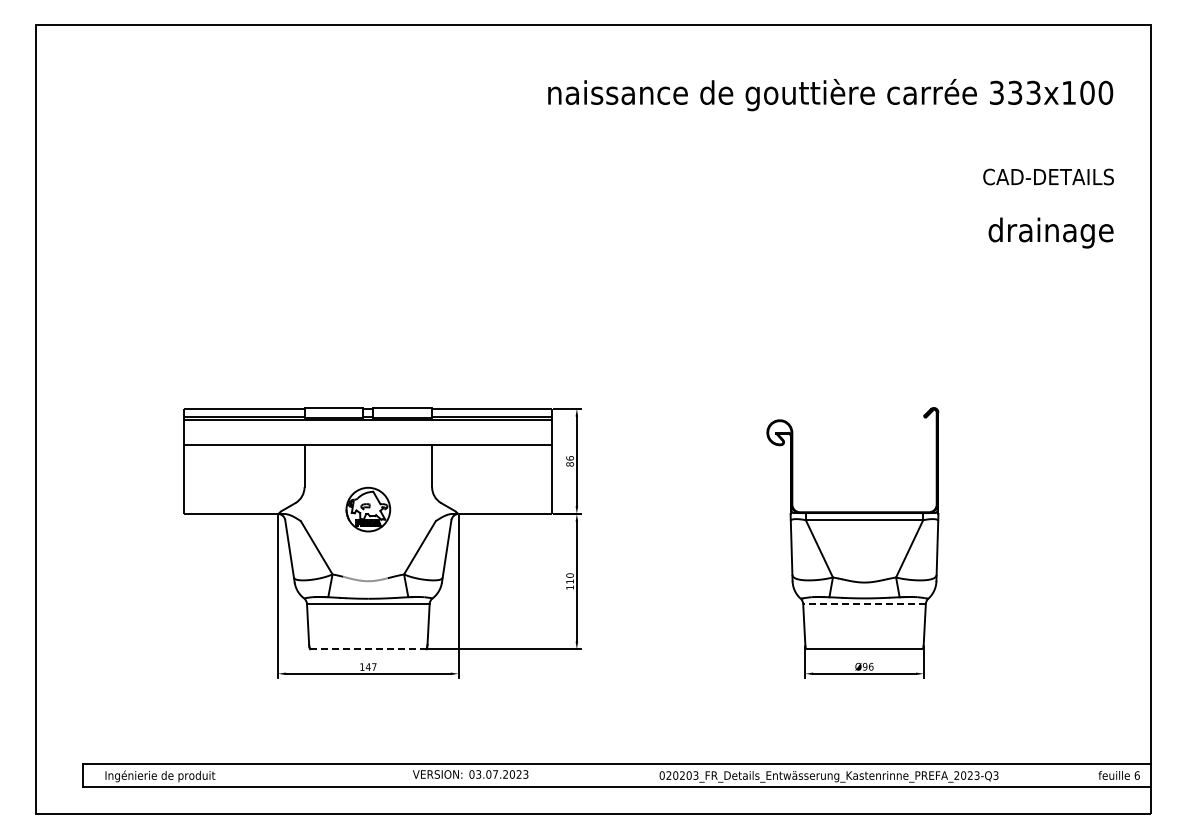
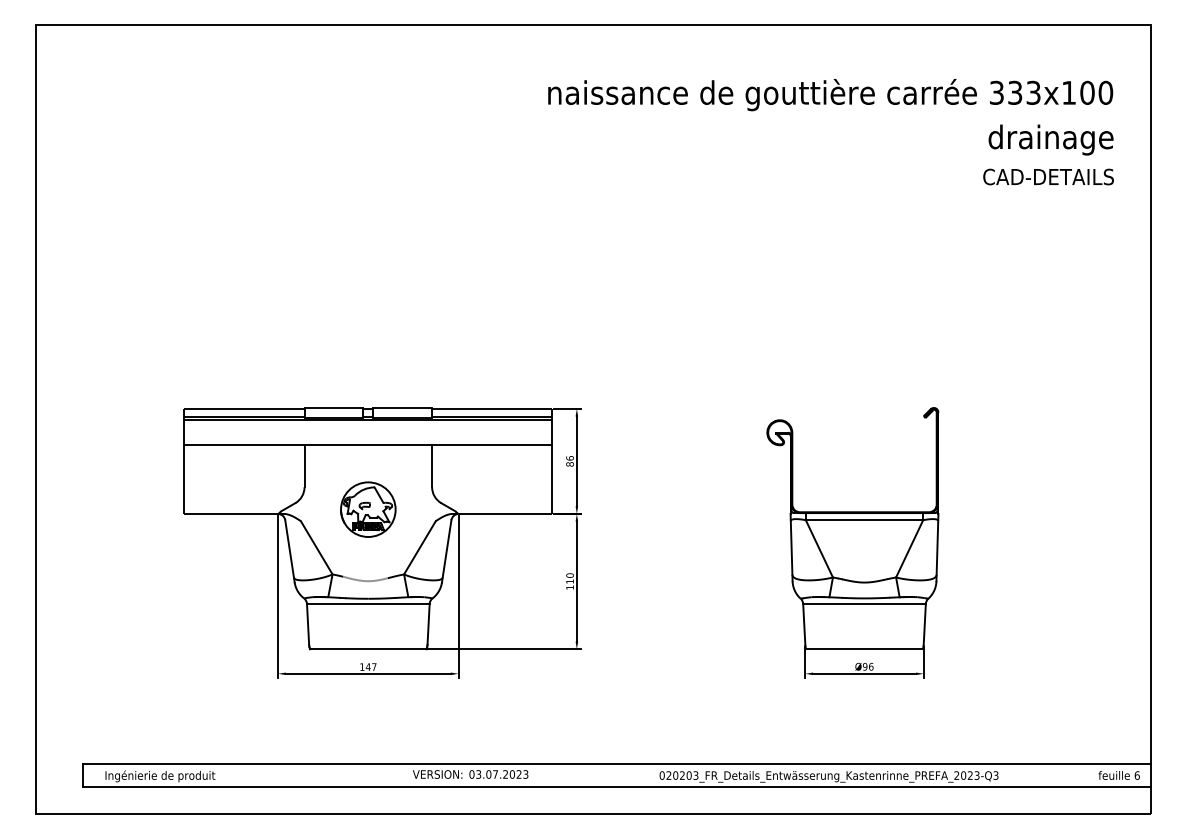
text at (1050, 232) position: (1050, 232) -> (1050, 139)
part at (368, 509) size: 47x47 px -> 57x57 px
line at (864, 603): dashed -> solid
line at (367, 649): dashed -> solid
